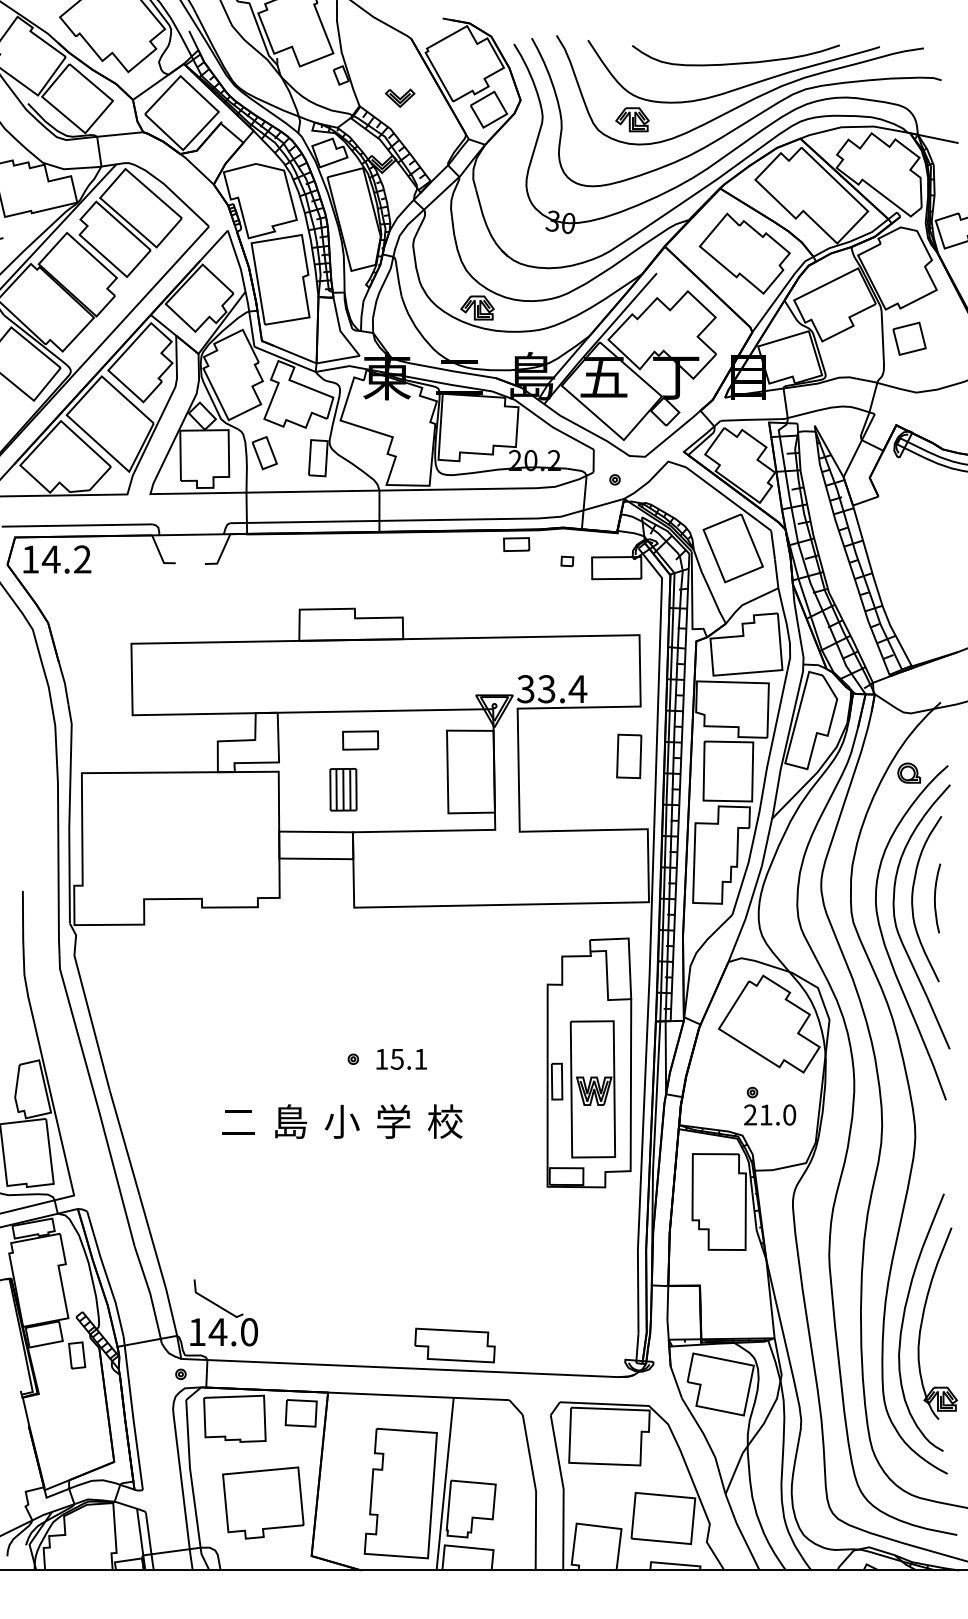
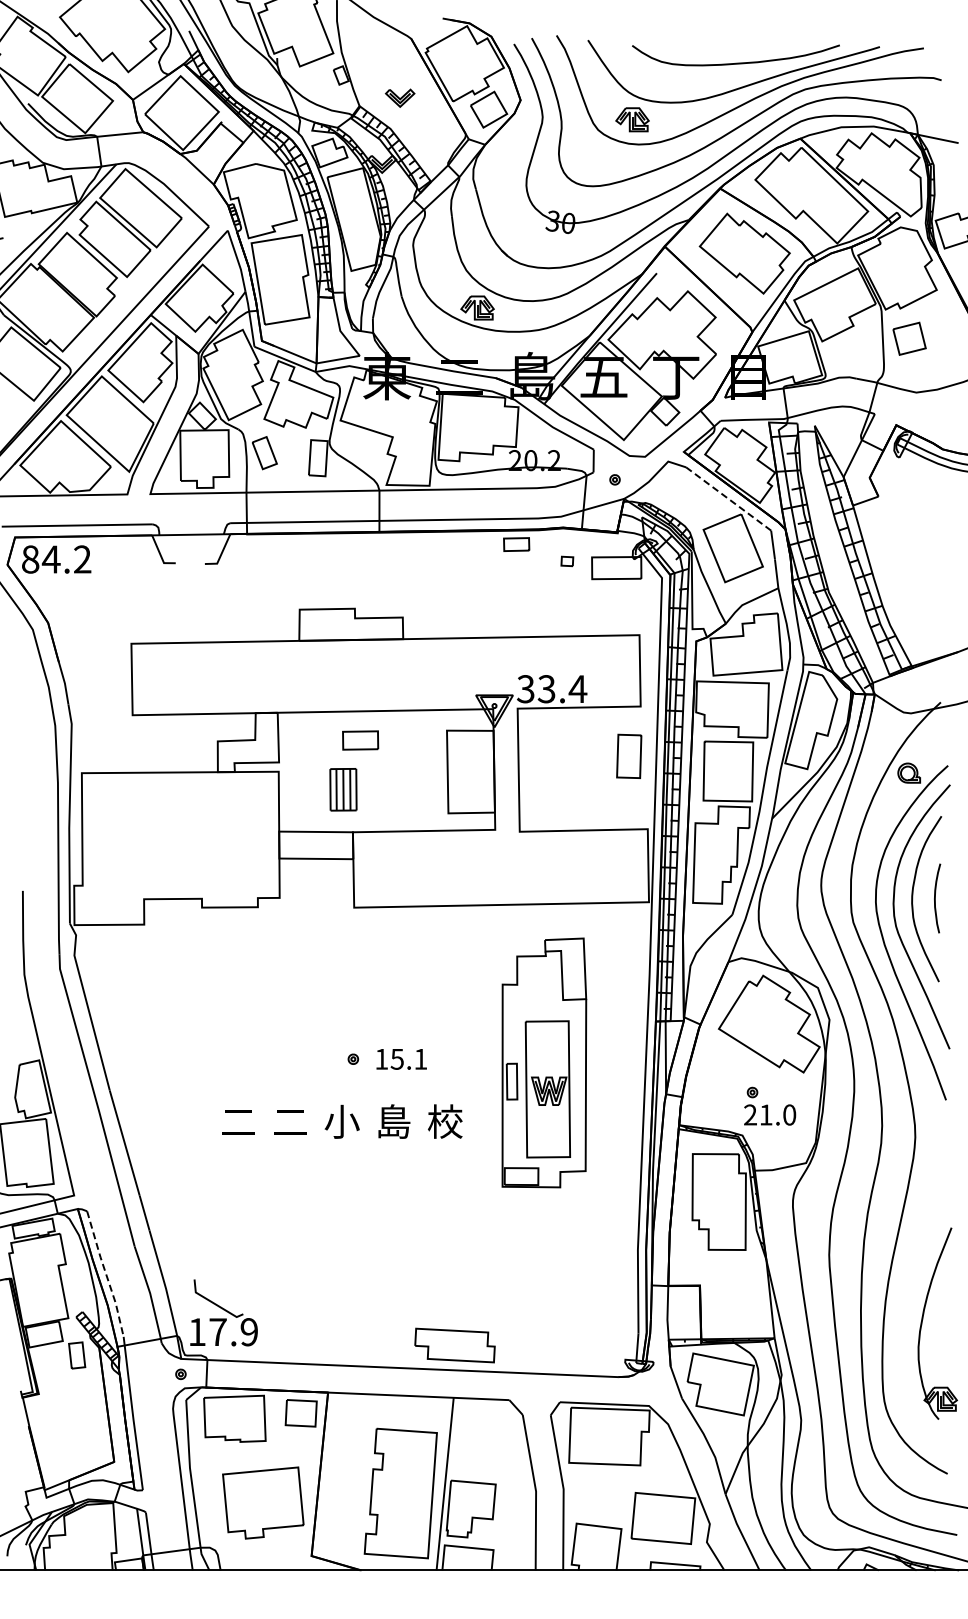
line at (728, 499): solid -> dashed
text at (30, 559): 14.2 -> 84.2
part at (589, 1062) position: (589, 1062) -> (544, 1062)
text at (290, 1121): 島 -> 二
text at (393, 1121): 学 -> 島
line at (106, 1274): solid -> dashed
curve at (904, 1318): present -> none
text at (232, 1332): 14.0 -> 17.9
